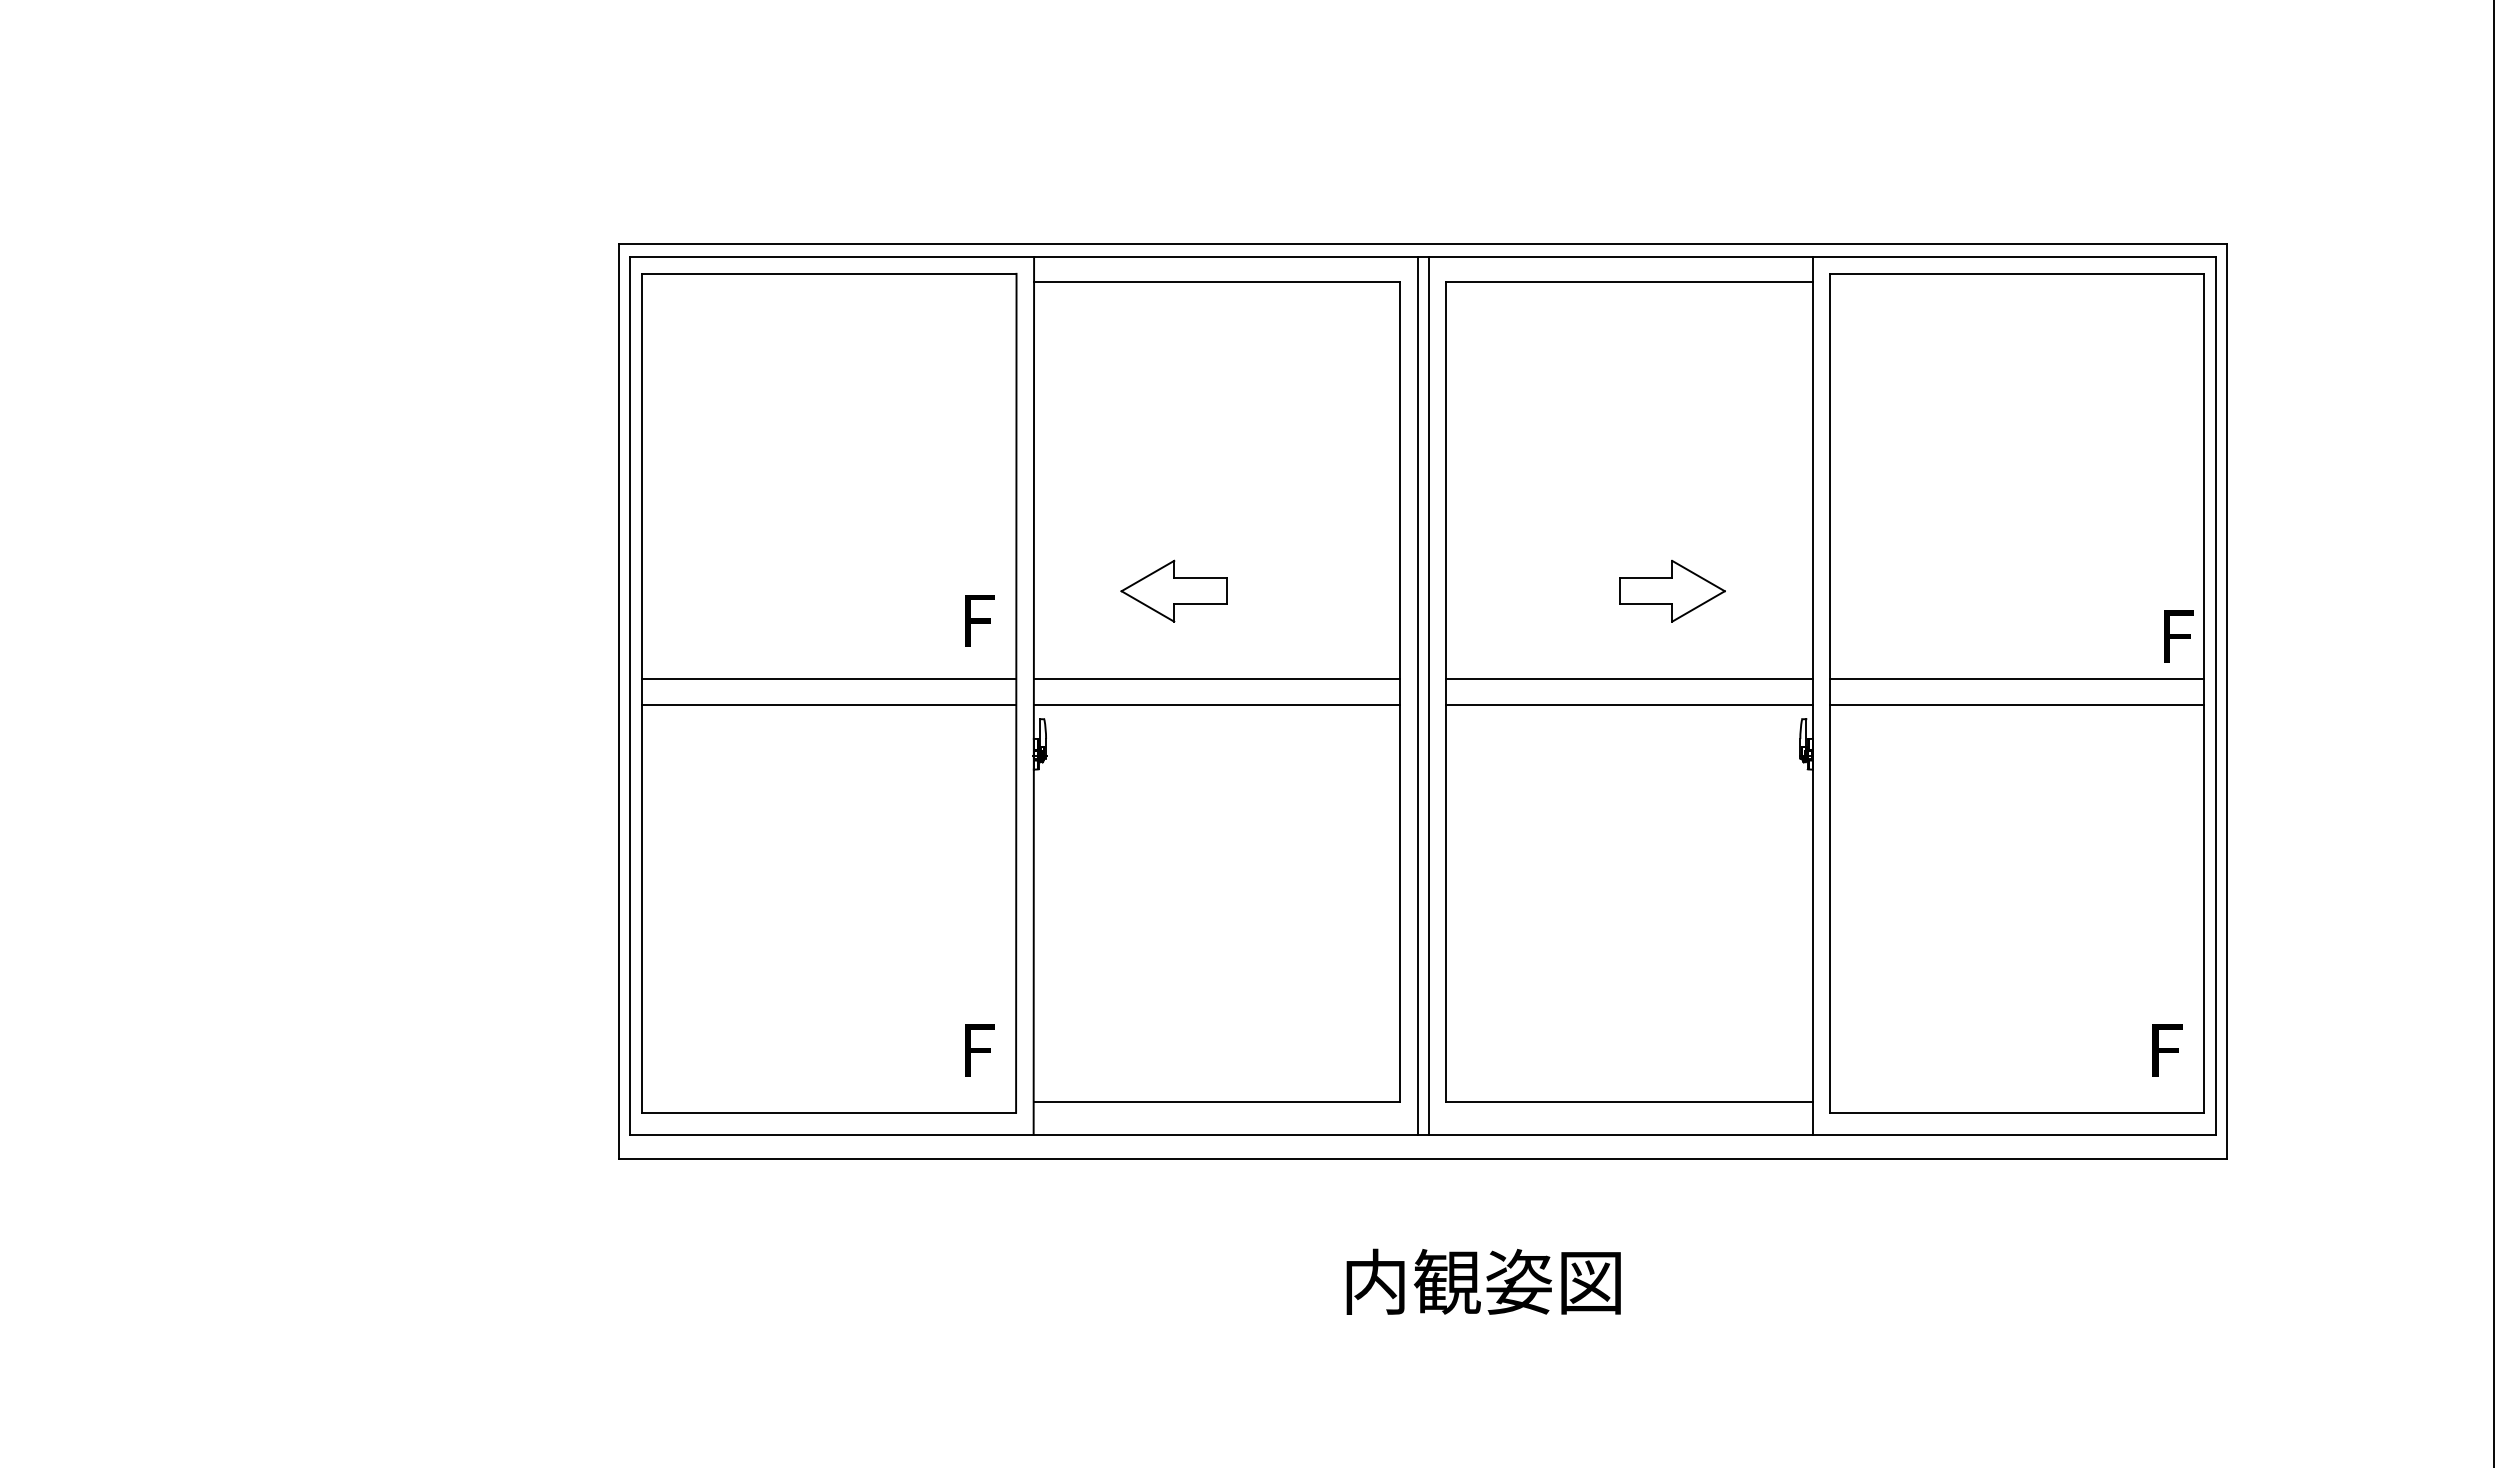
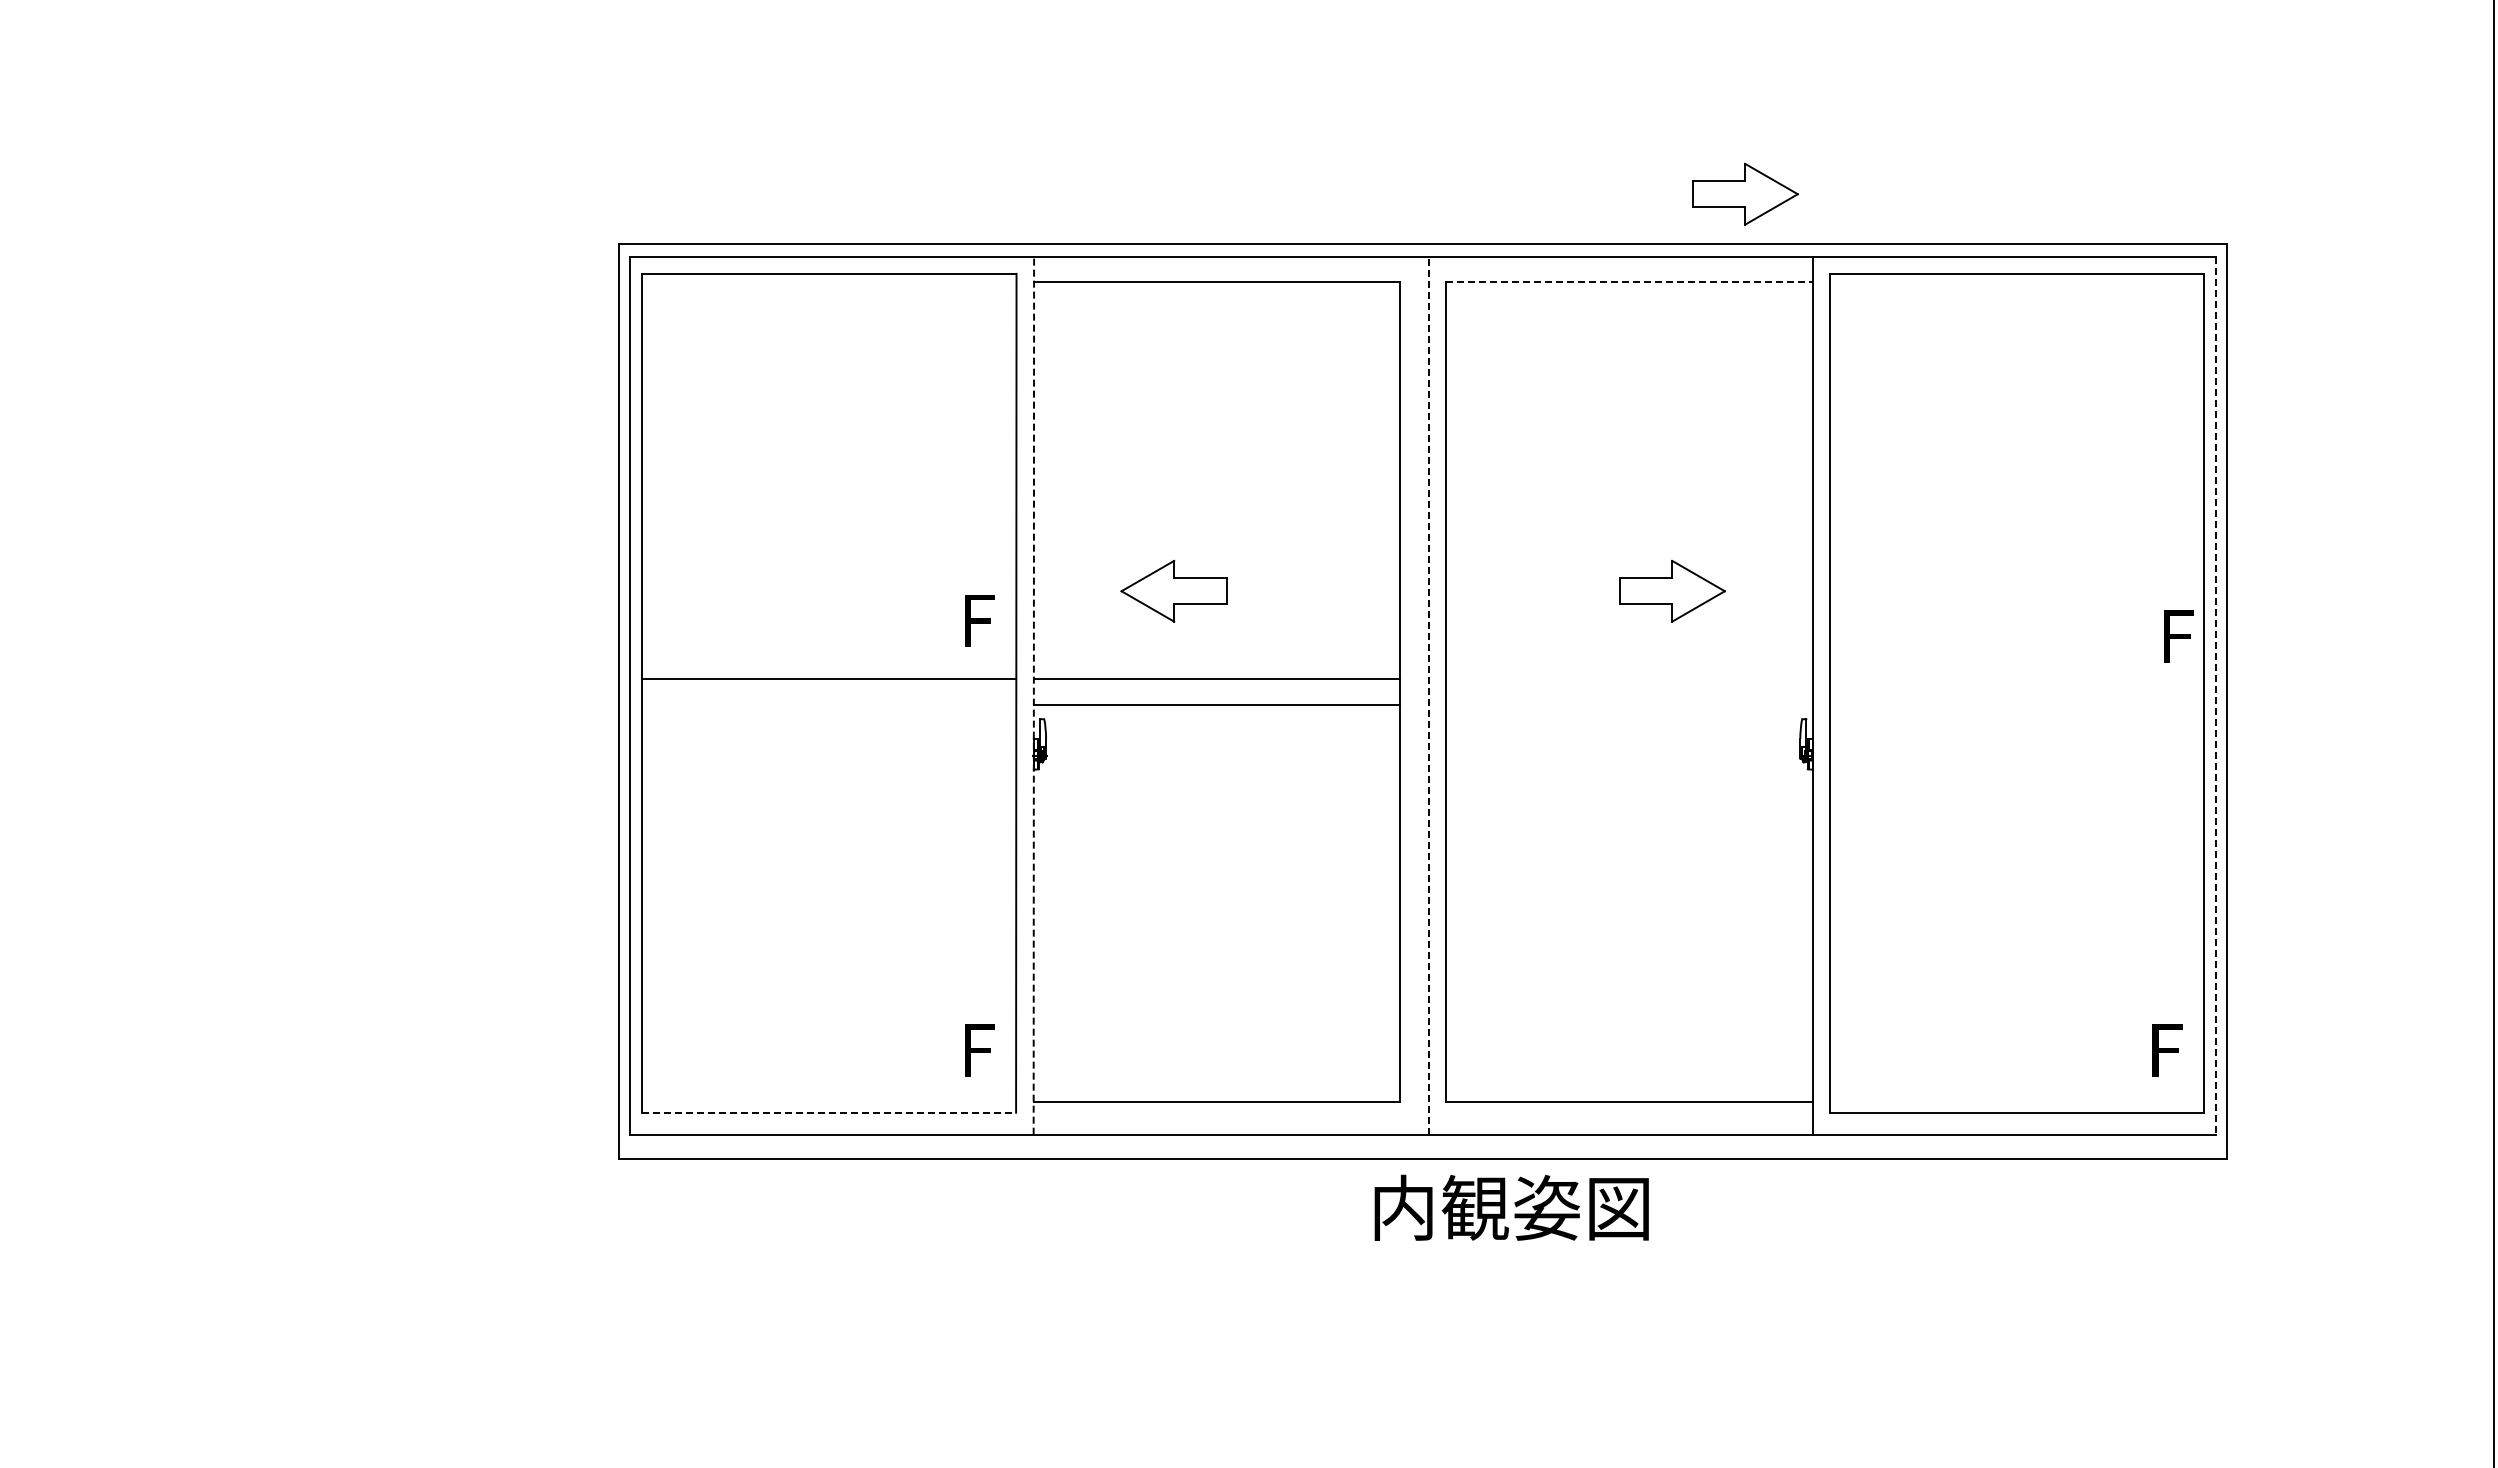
part at (1745, 194): none -> present
line at (1629, 282): solid -> dashed
line at (1629, 678): present -> none
line at (2016, 678): present -> none
line at (1033, 695): solid -> dashed
line at (1417, 695): present -> none
line at (1428, 695): solid -> dashed
line at (2216, 695): solid -> dashed
line at (829, 705): present -> none
line at (1629, 705): present -> none
line at (2016, 705): present -> none
line at (829, 1112): solid -> dashed
text at (1483, 1281) position: (1483, 1281) -> (1511, 1207)
